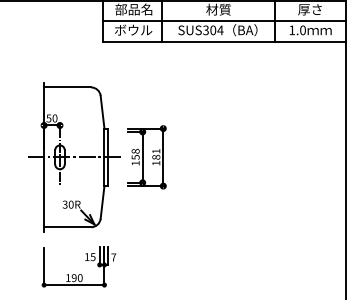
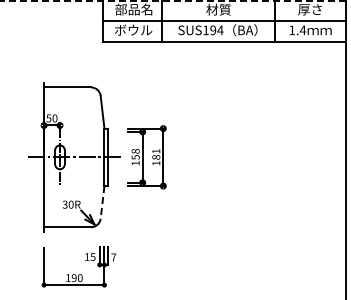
line at (173, 0): solid -> dashed
text at (209, 30): SUS304 -> SUS194
text at (302, 30): 1.0 -> 1.4
line at (102, 202): solid -> dashed
